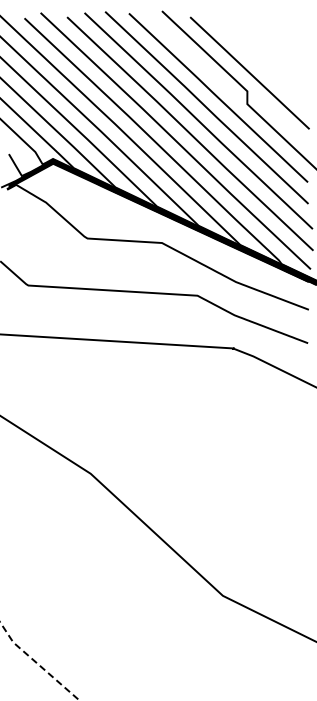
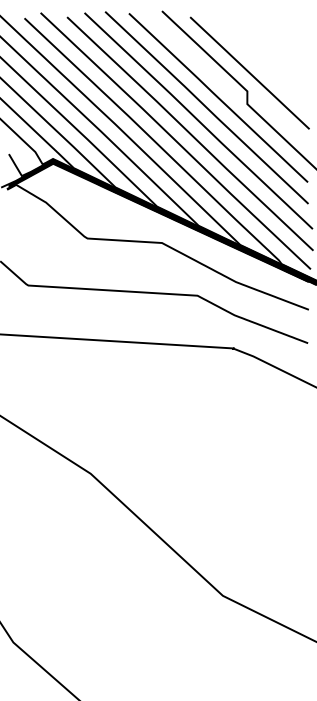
line at (37, 663): dashed -> solid
